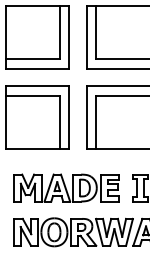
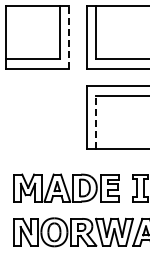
line at (69, 36): solid -> dashed
part at (37, 117): present -> none
line at (96, 122): solid -> dashed
